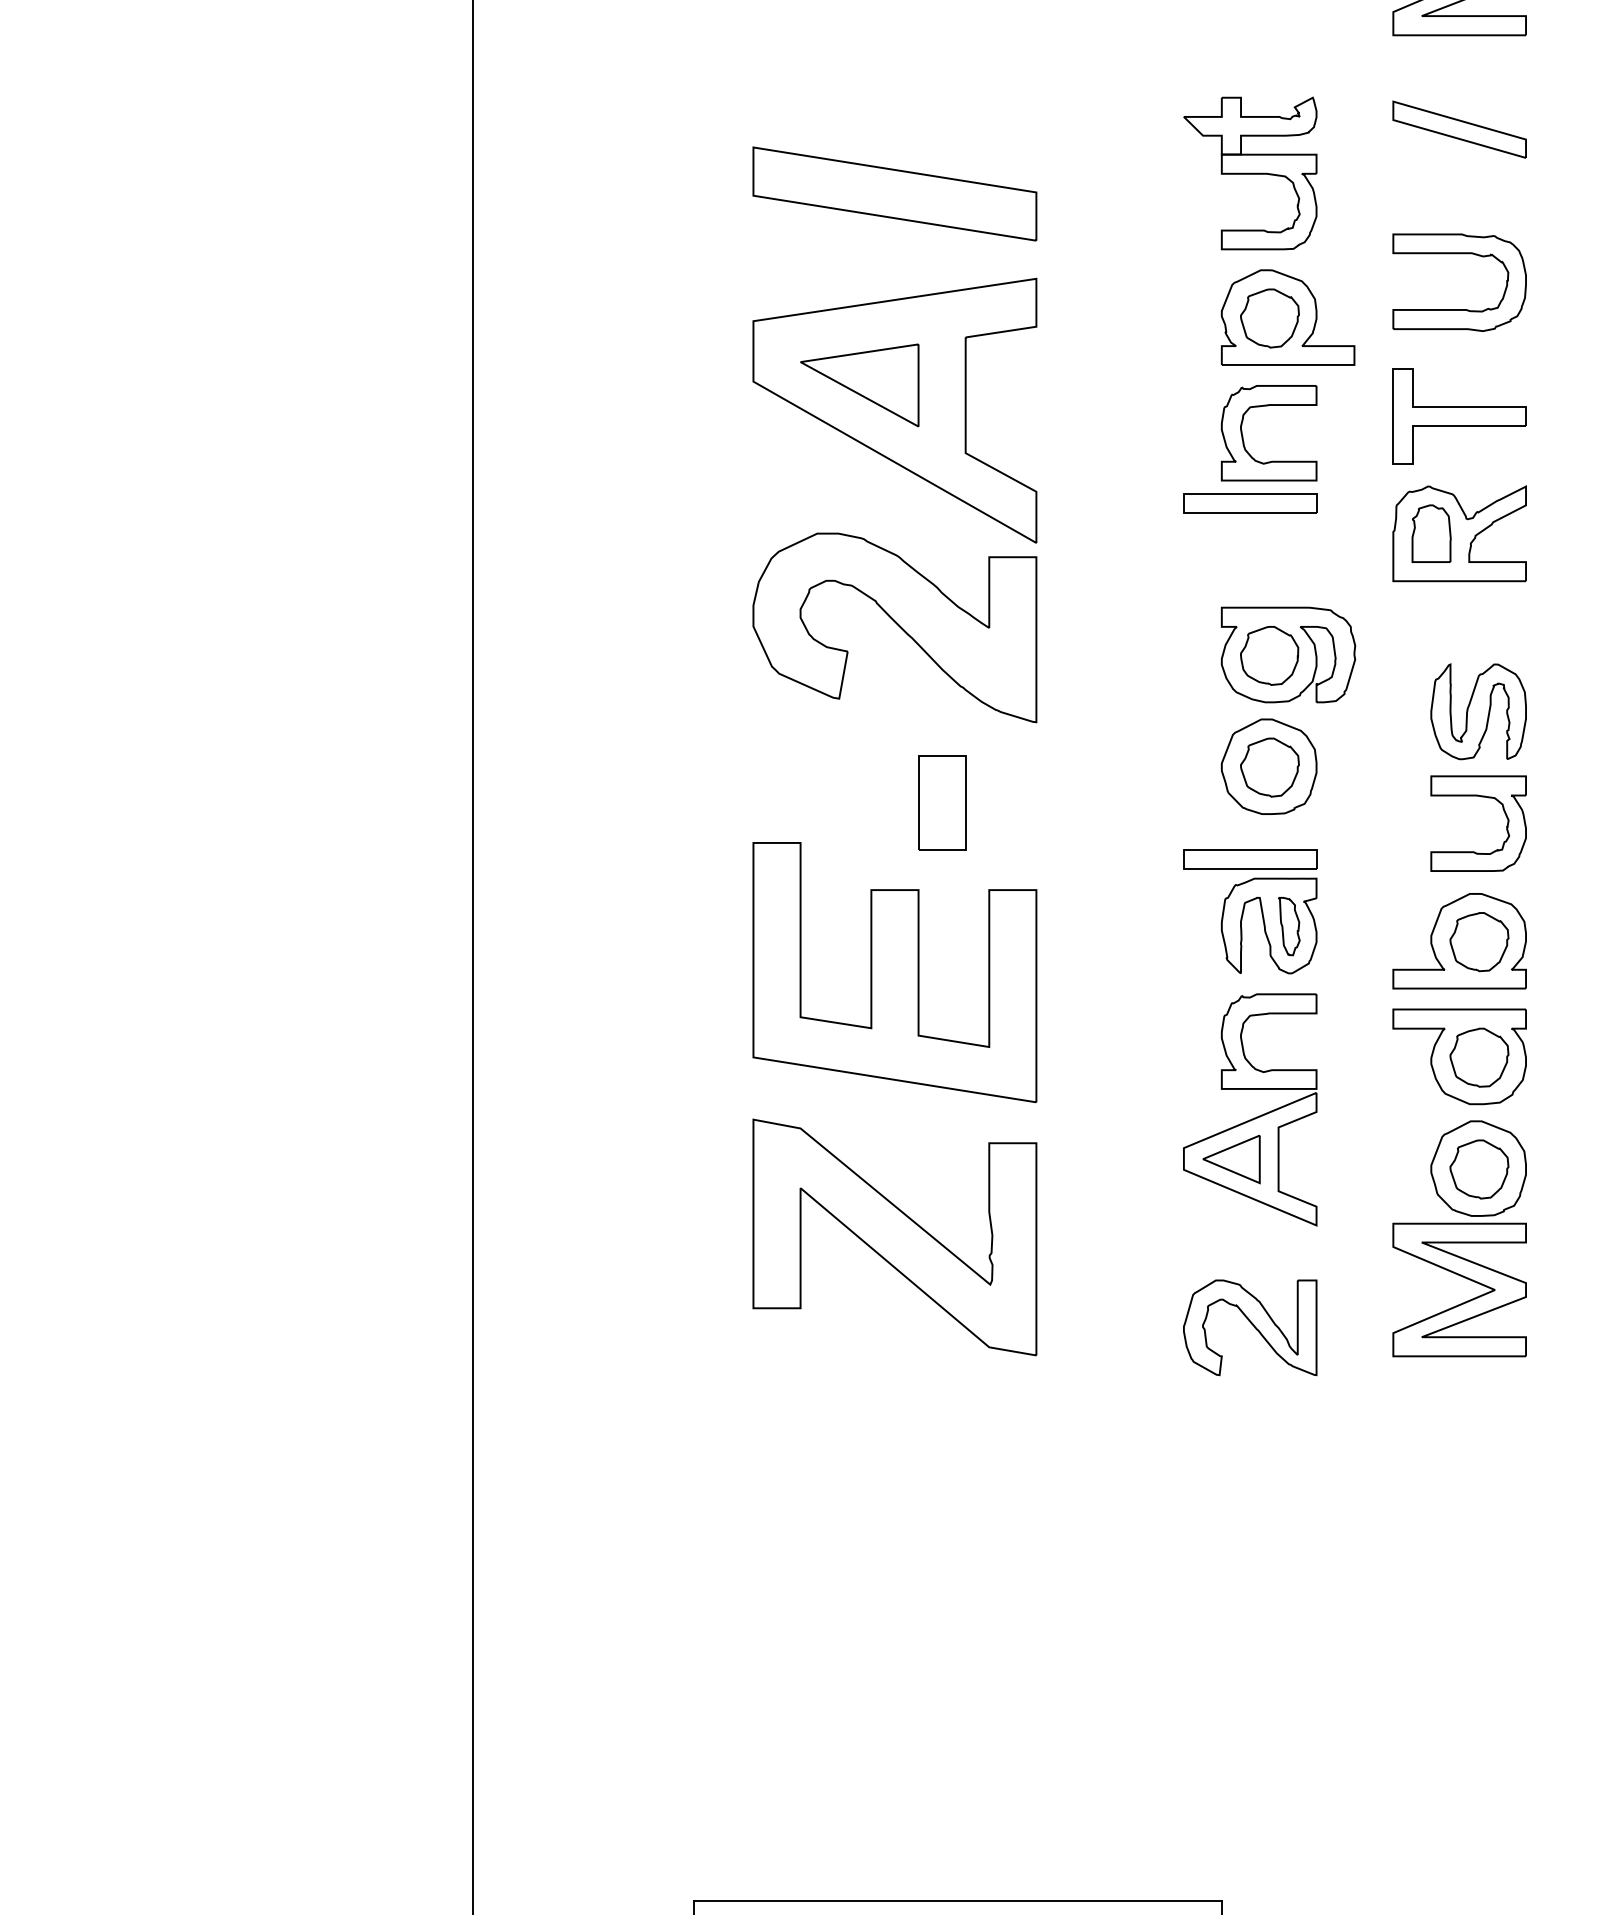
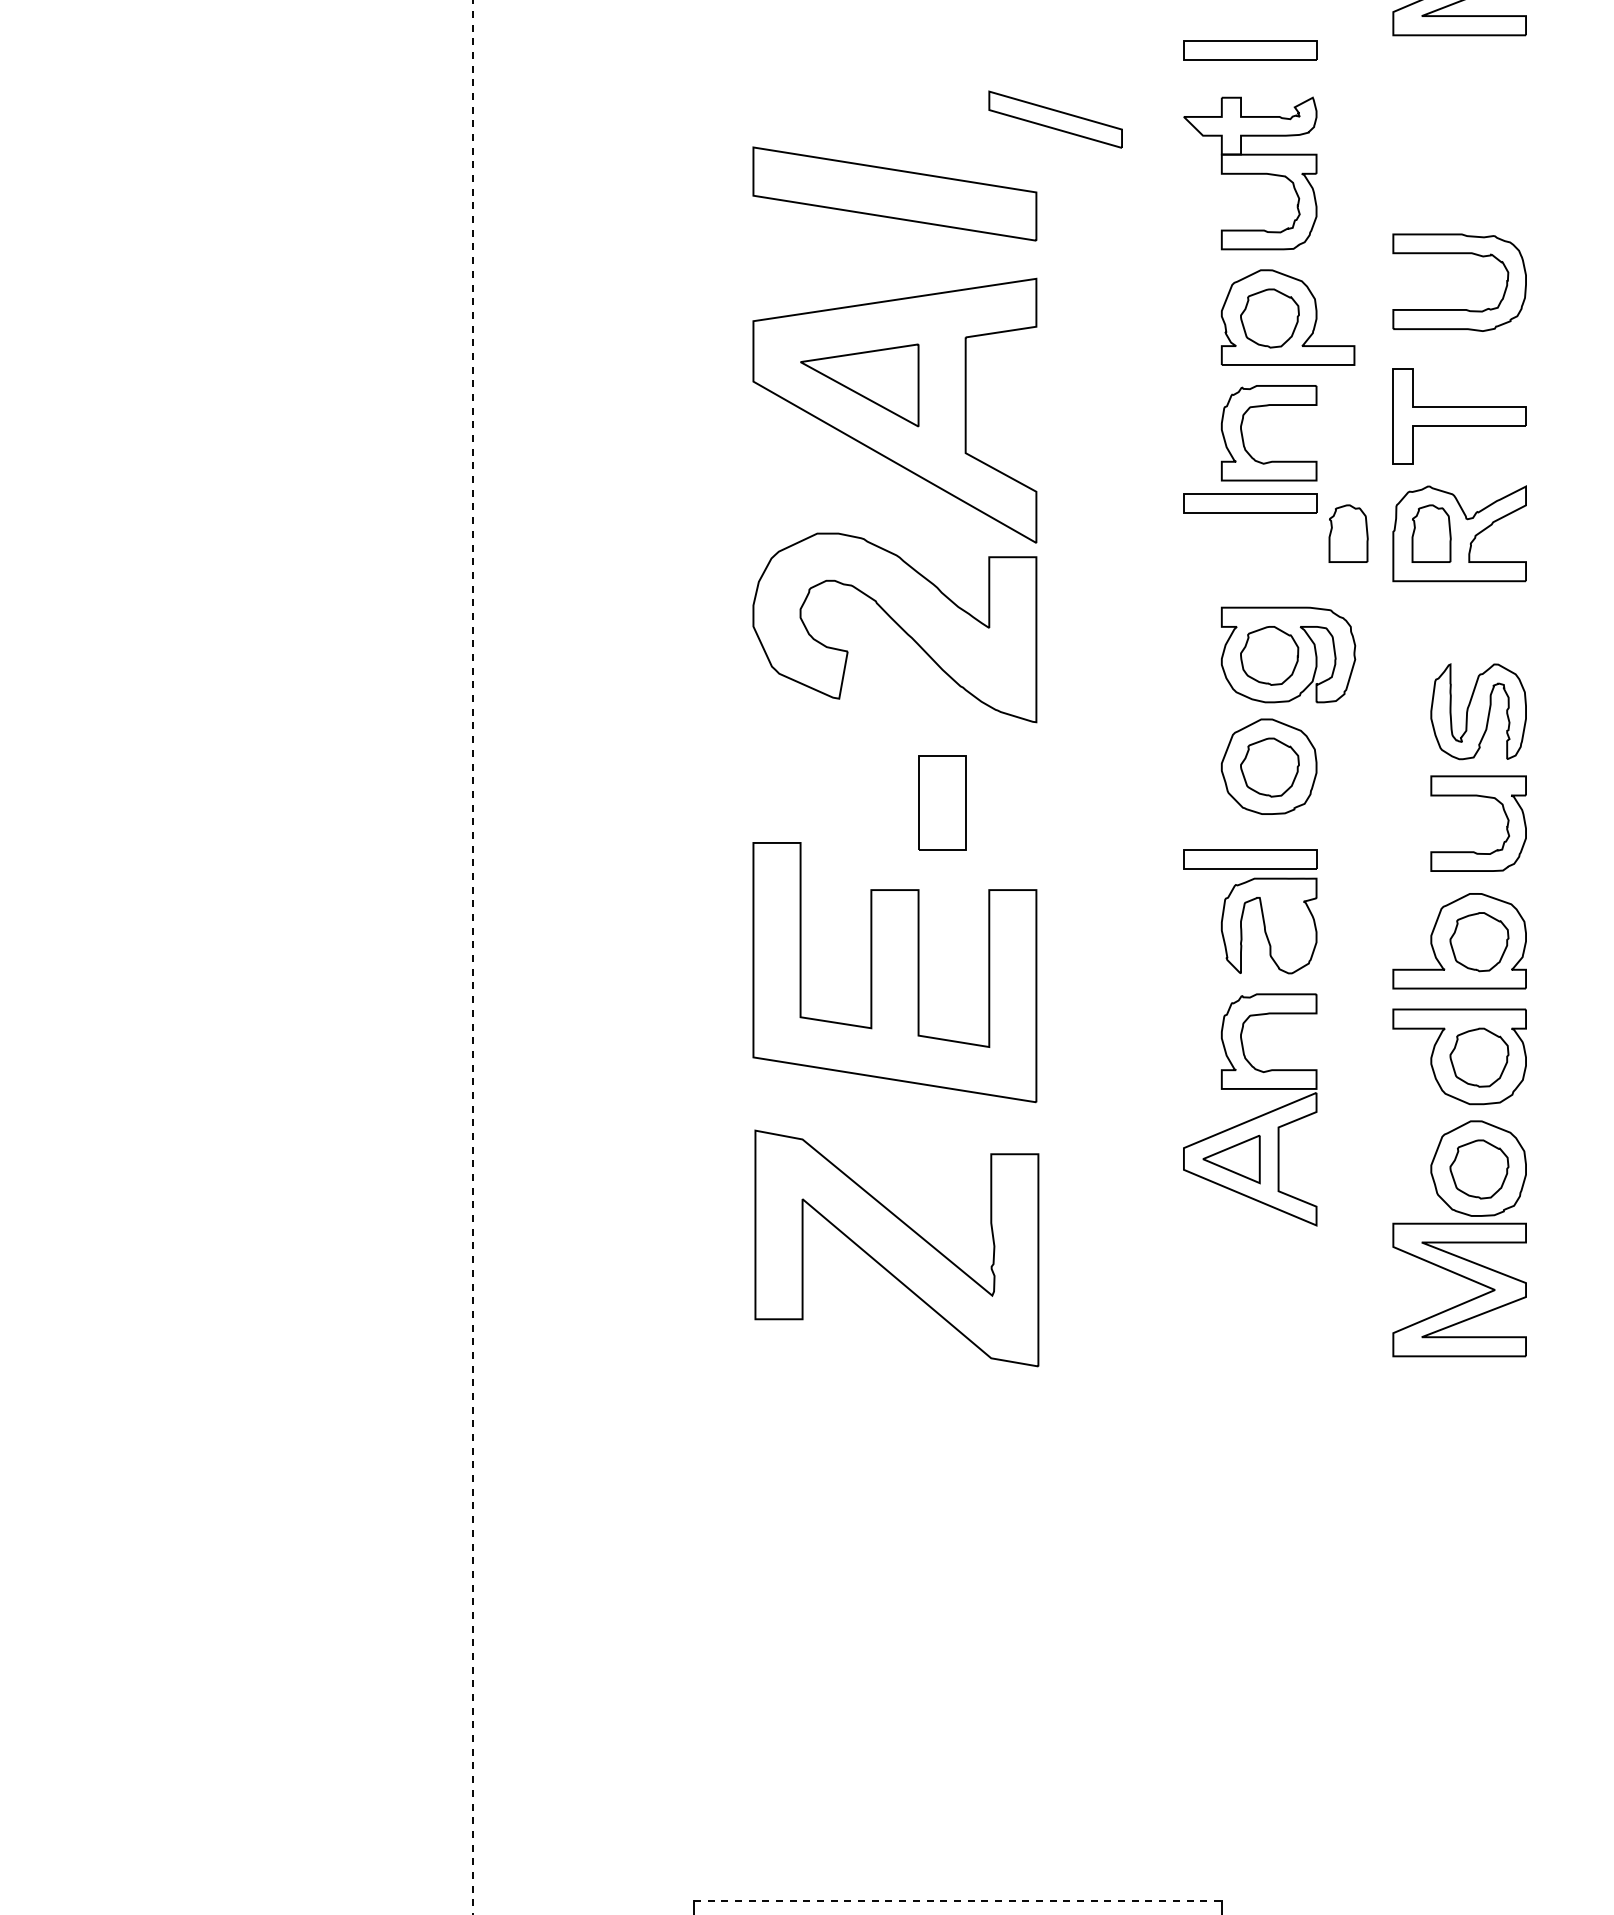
part at (1250, 50): none -> present
part at (1459, 129) position: (1459, 129) -> (1055, 119)
part at (1348, 533): none -> present
part at (1289, 926): present -> none
line at (473, 957): solid -> dashed
part at (894, 1237) position: (894, 1237) -> (896, 1248)
part at (1250, 1327): present -> none
line at (958, 1900): solid -> dashed
